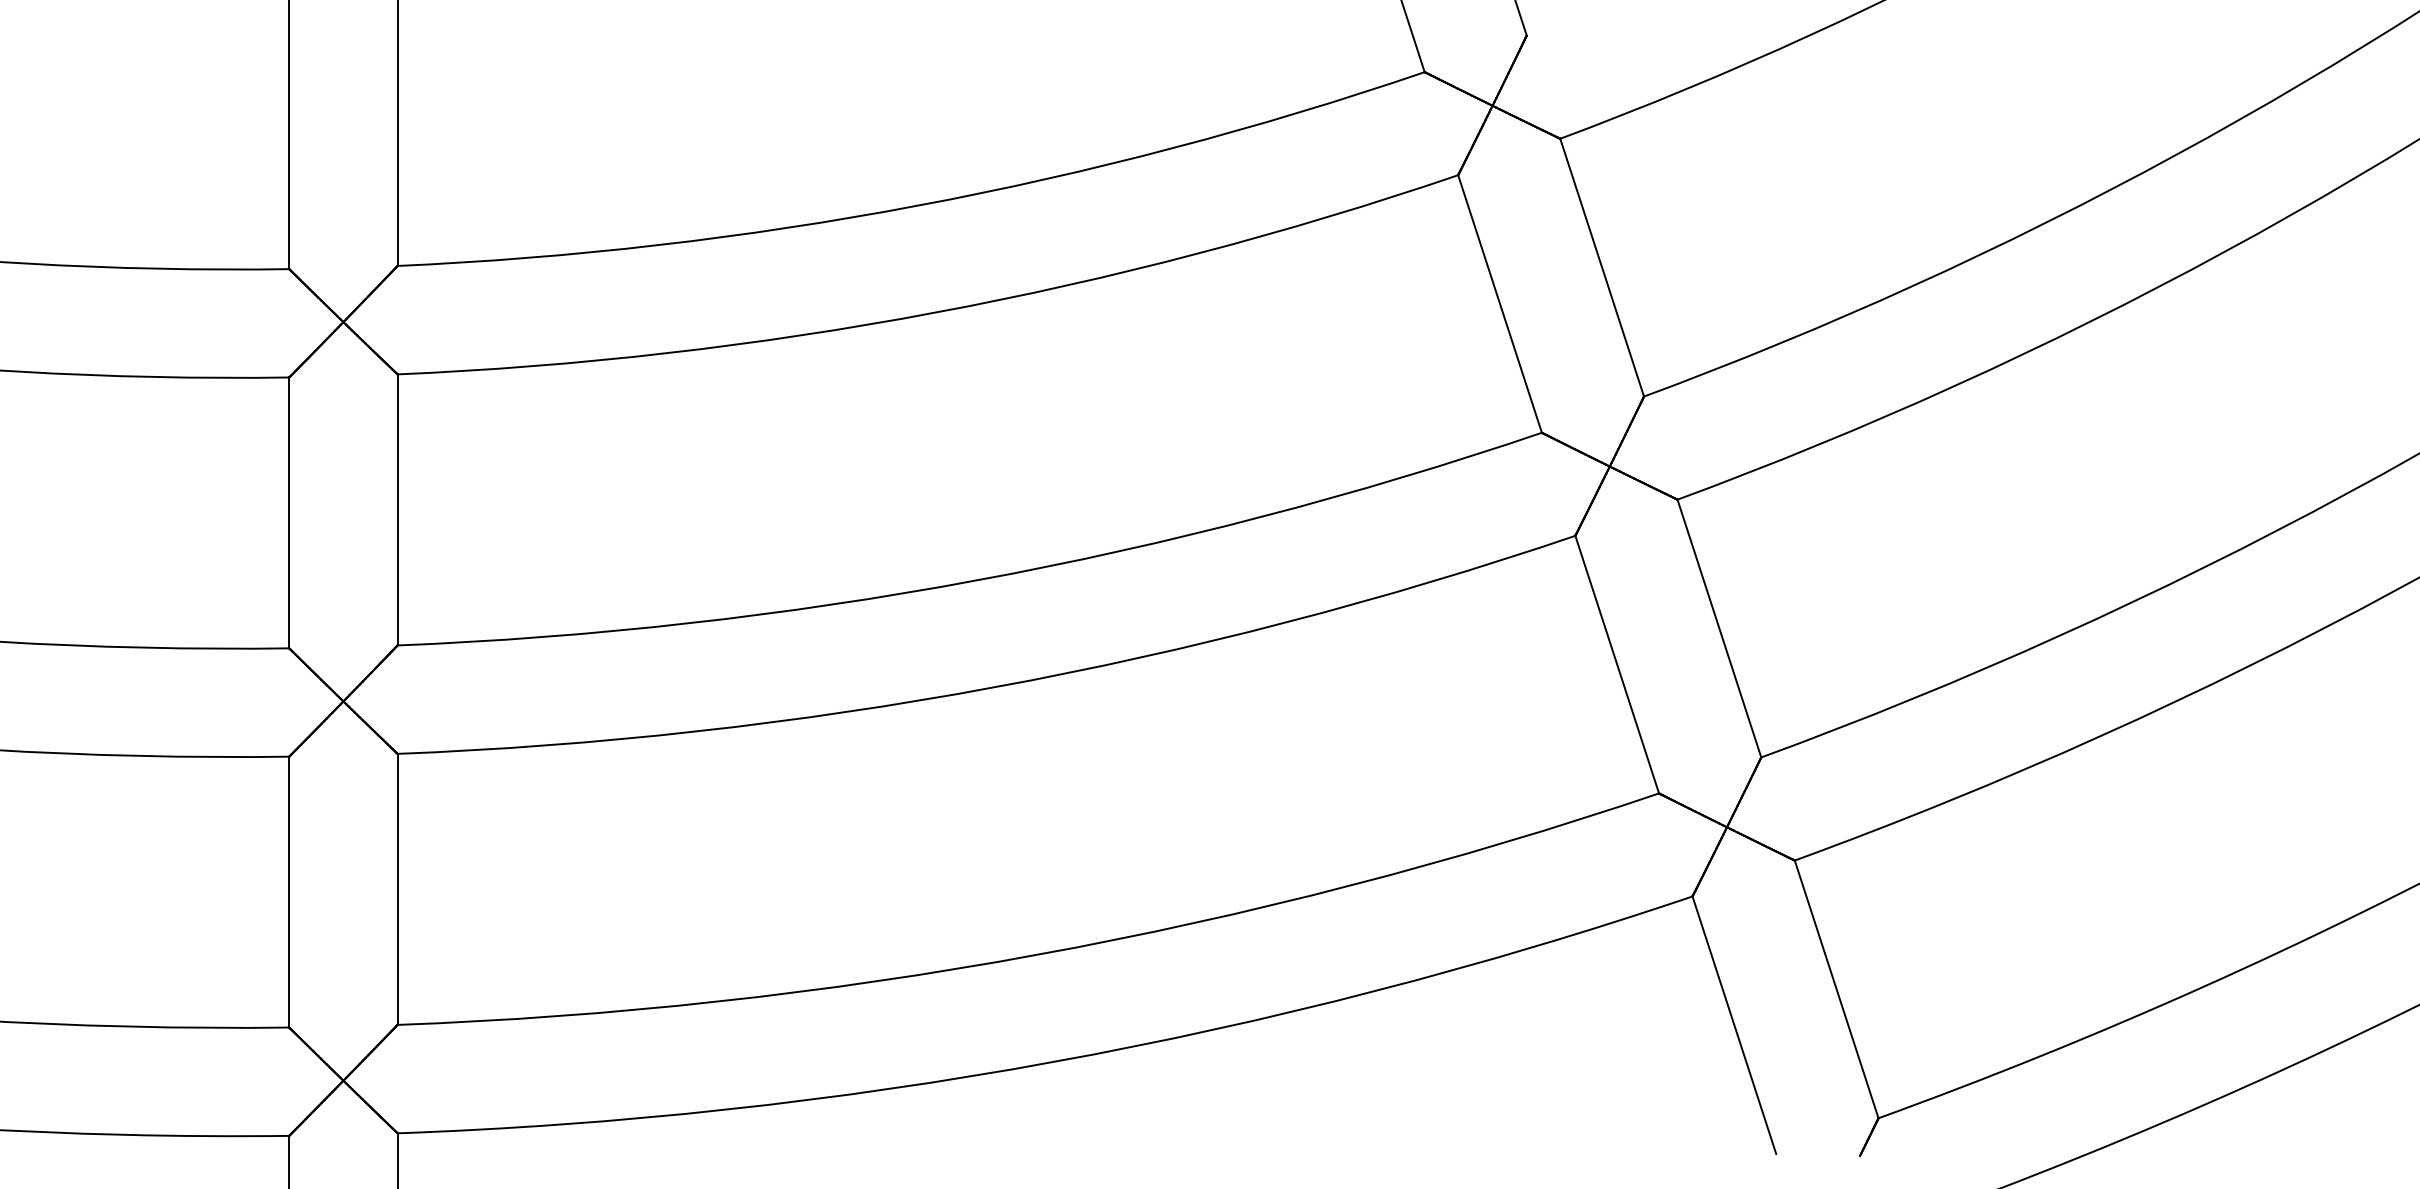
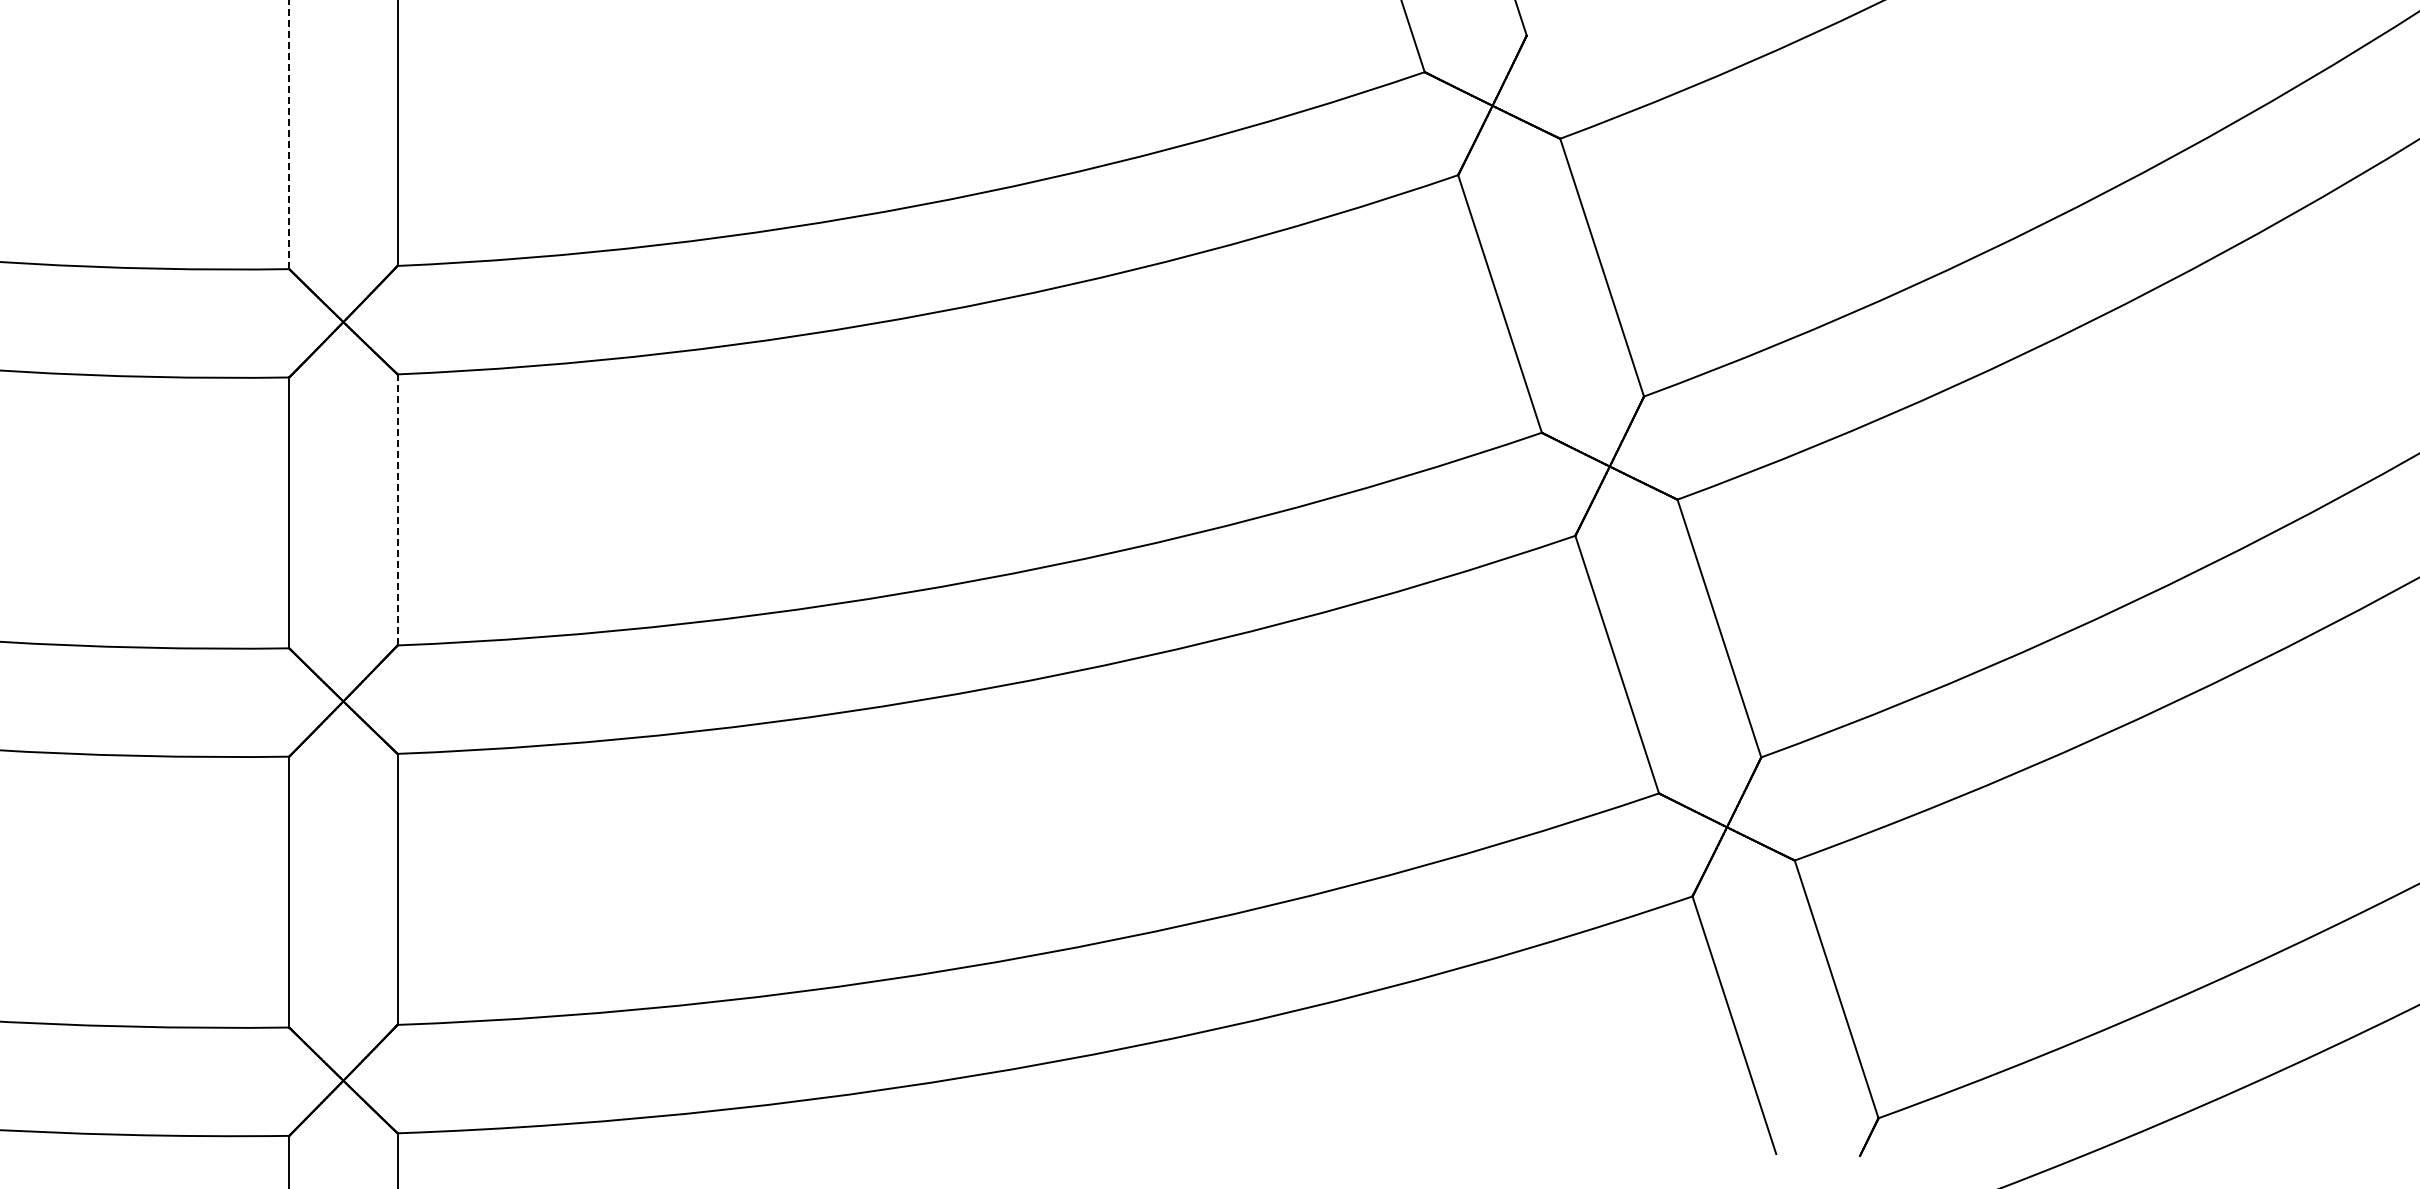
line at (289, 134): solid -> dashed
line at (397, 509): solid -> dashed
